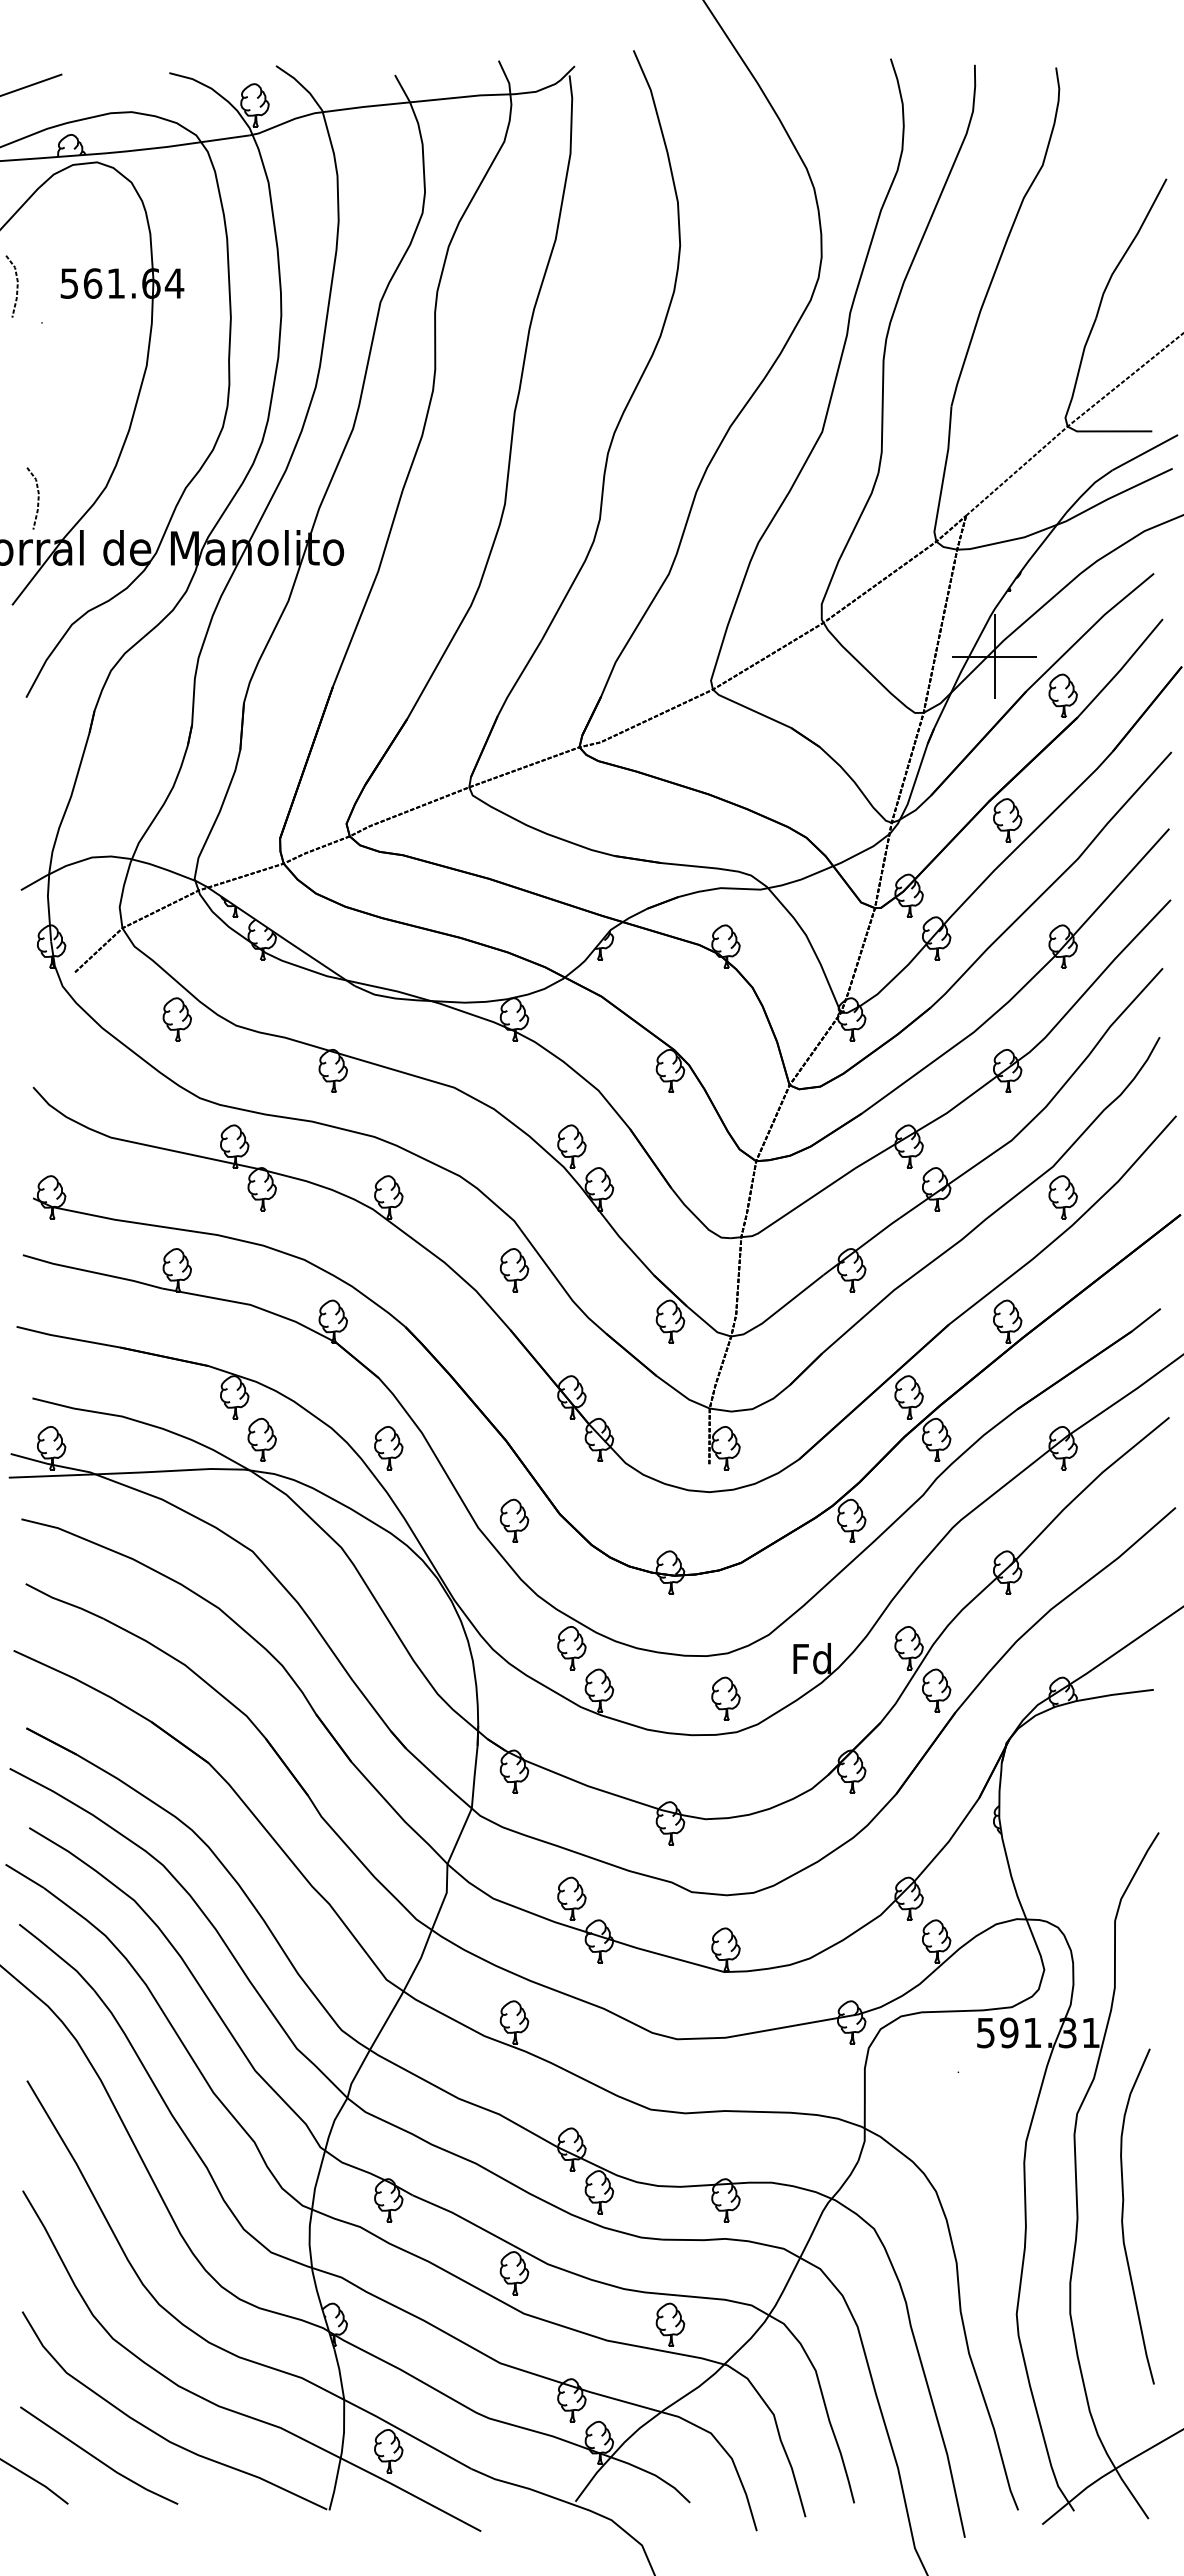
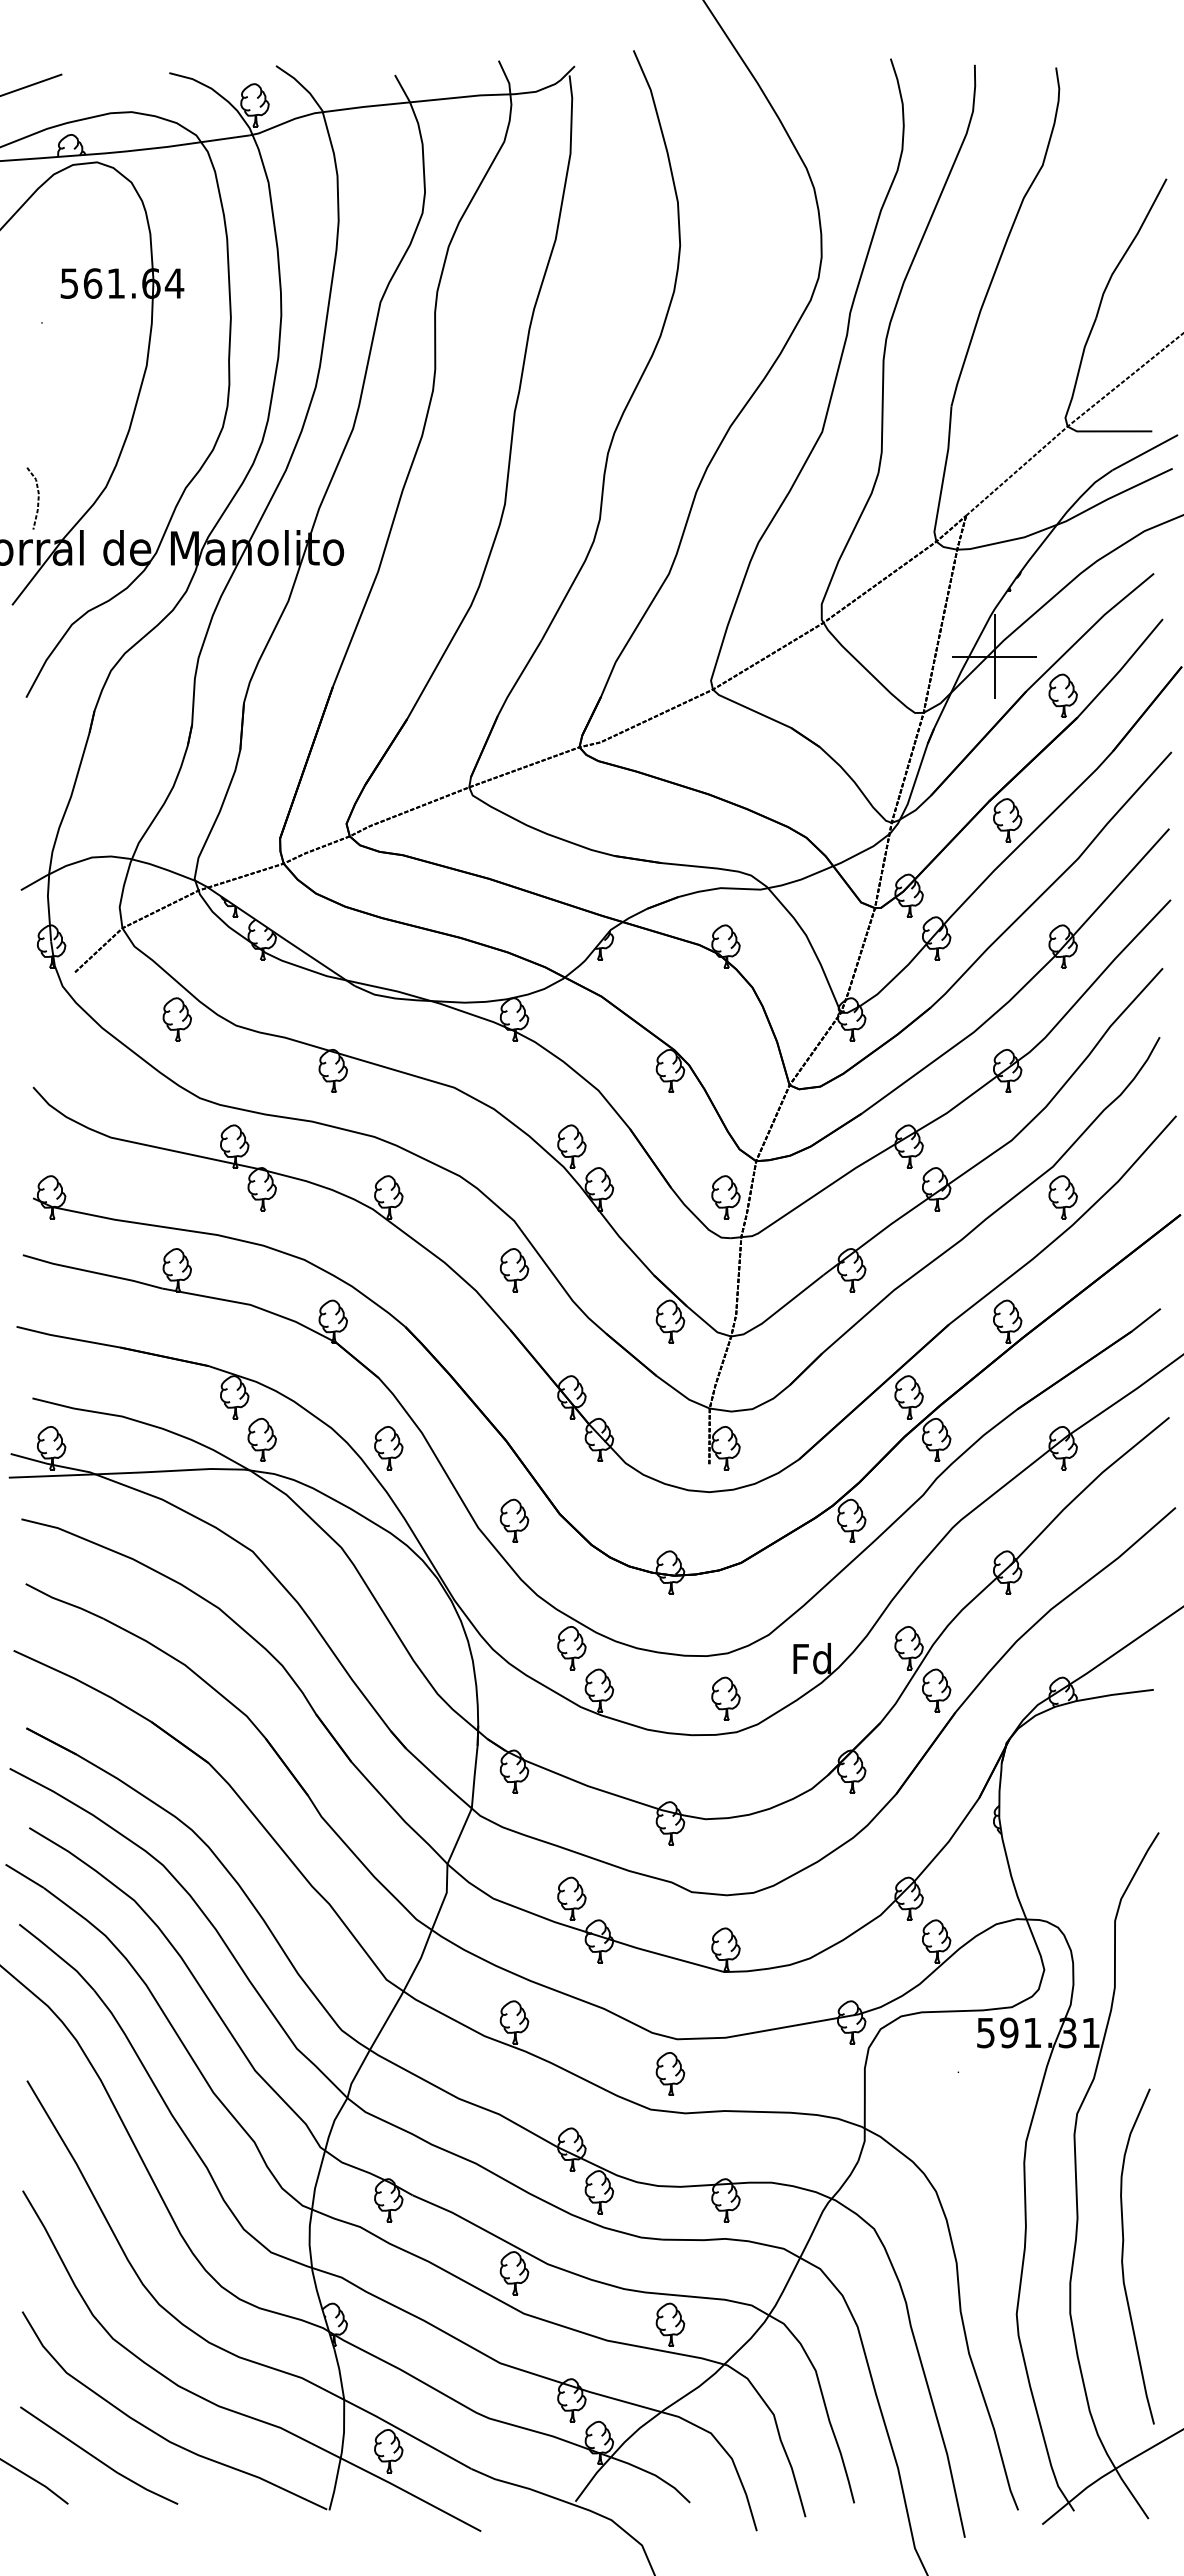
line at (16, 286): present -> none
part at (725, 1197): none -> present
part at (670, 2073): none -> present
curve at (1123, 2216) position: (1123, 2216) -> (1123, 2256)
